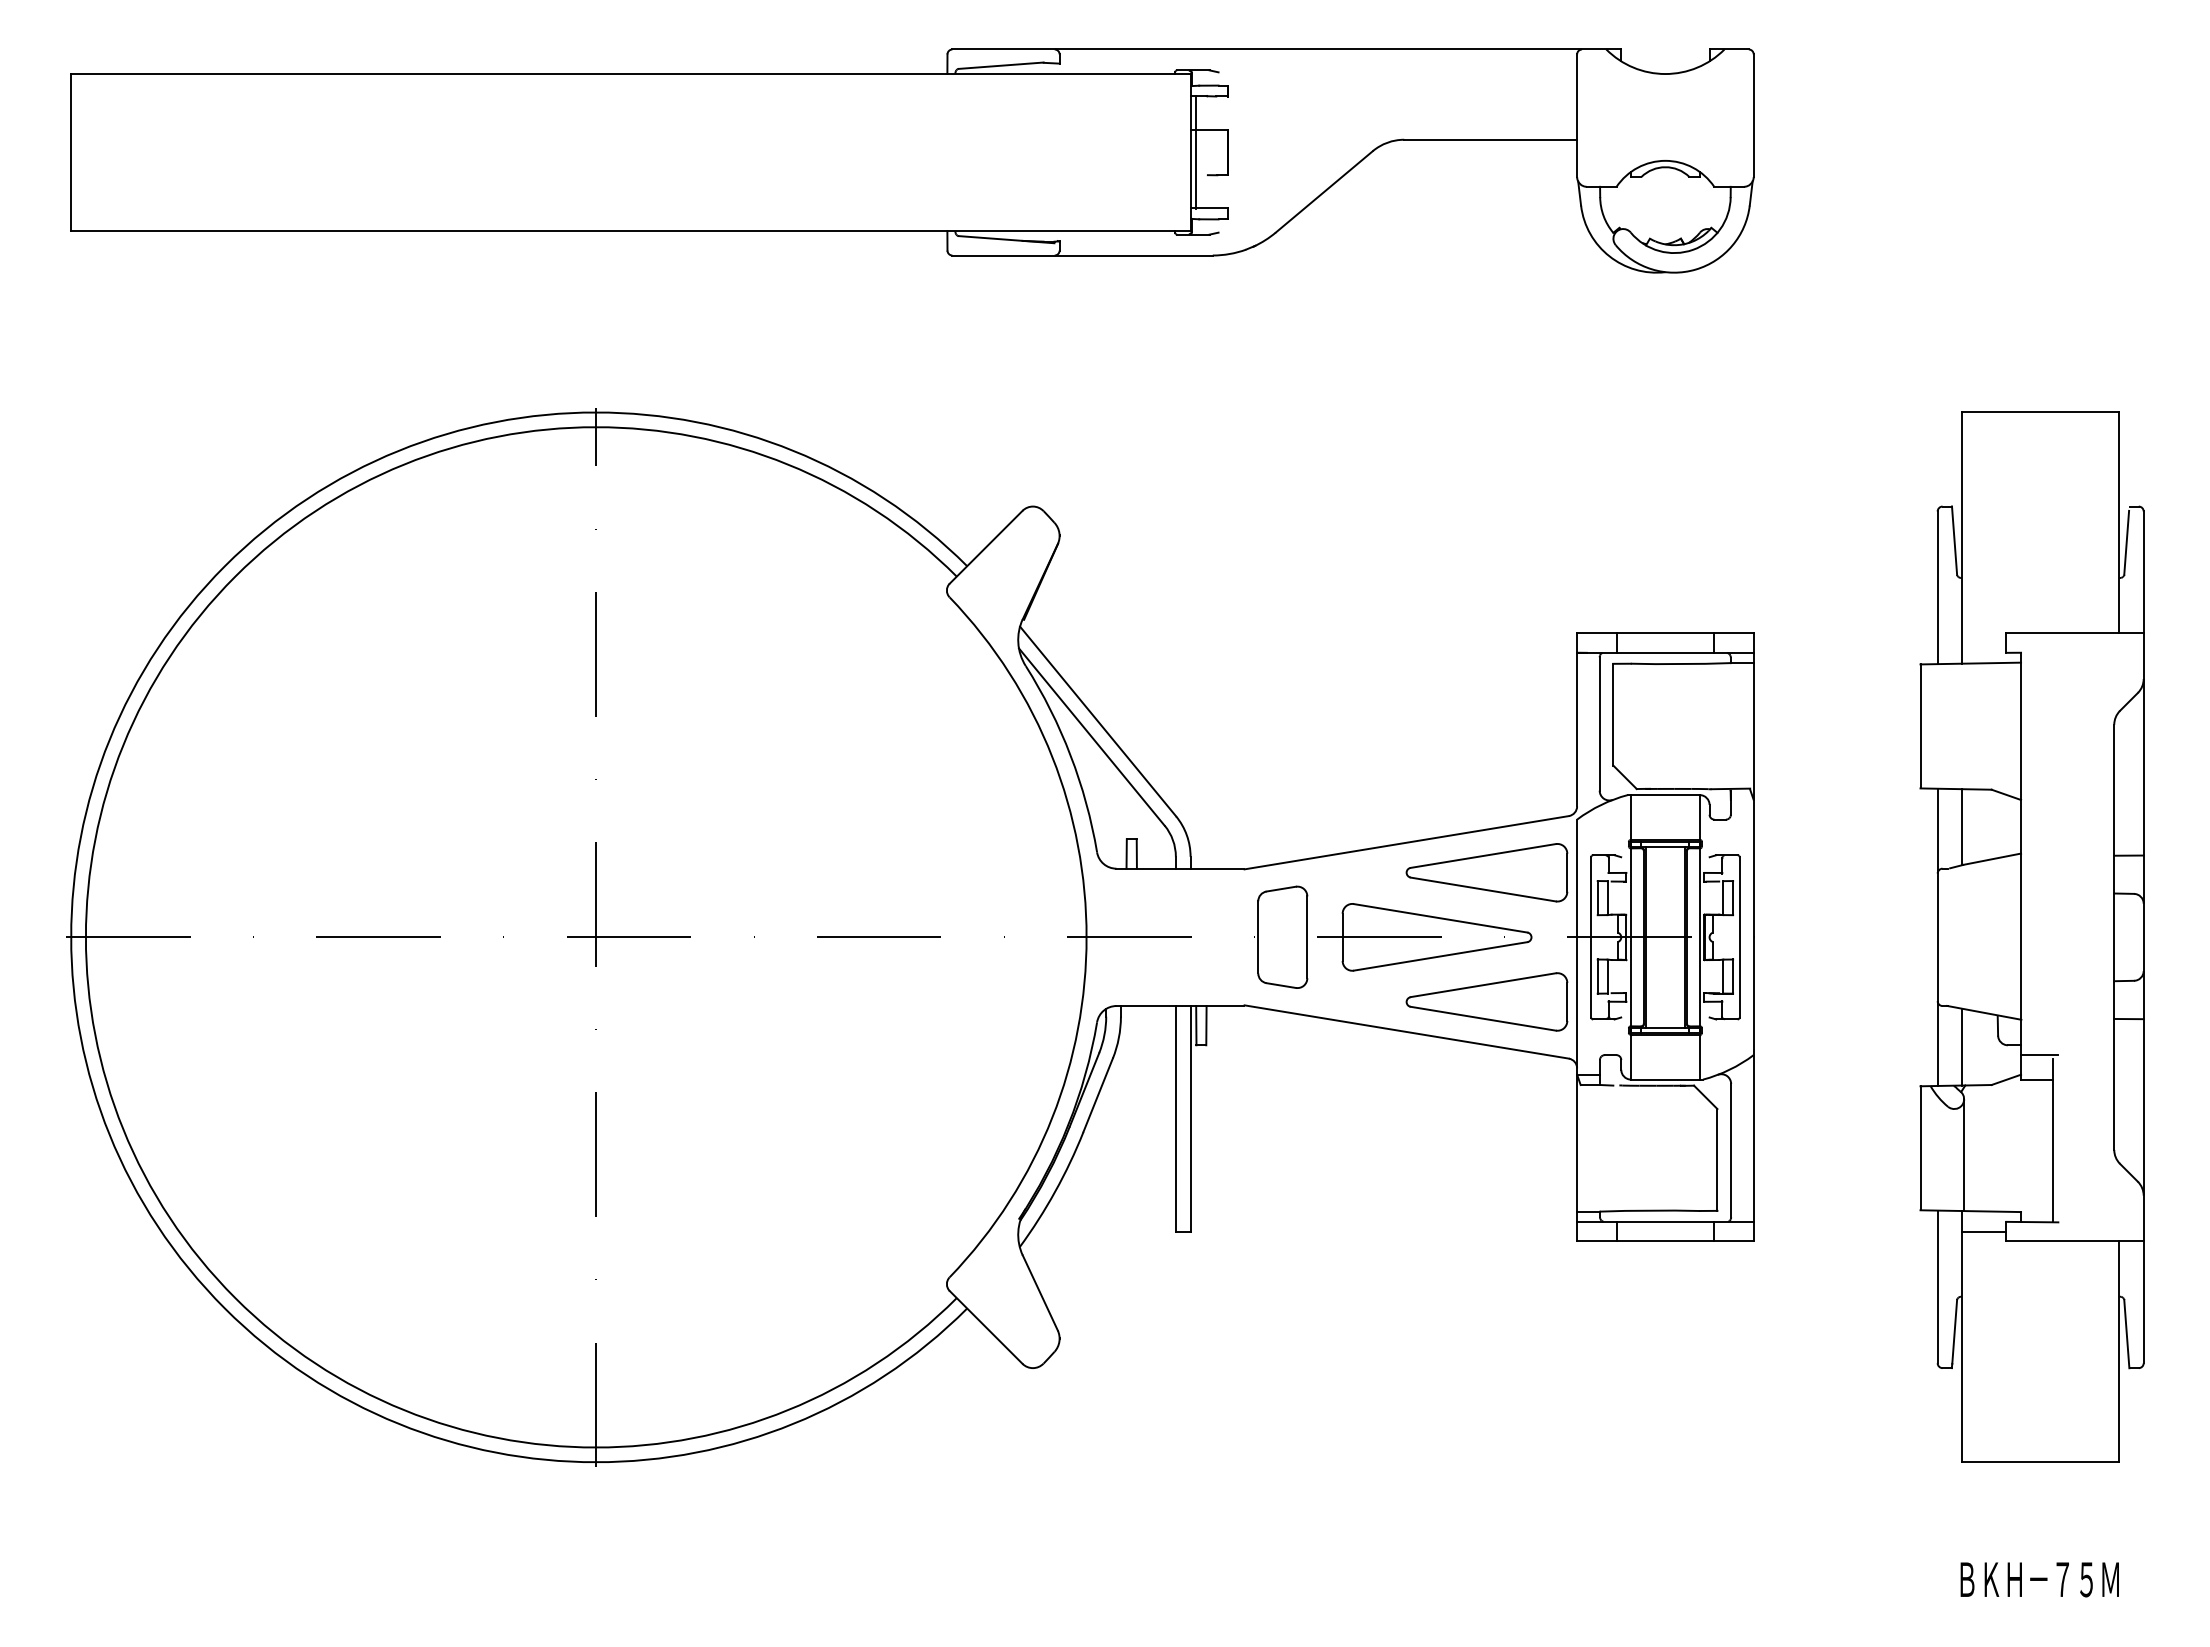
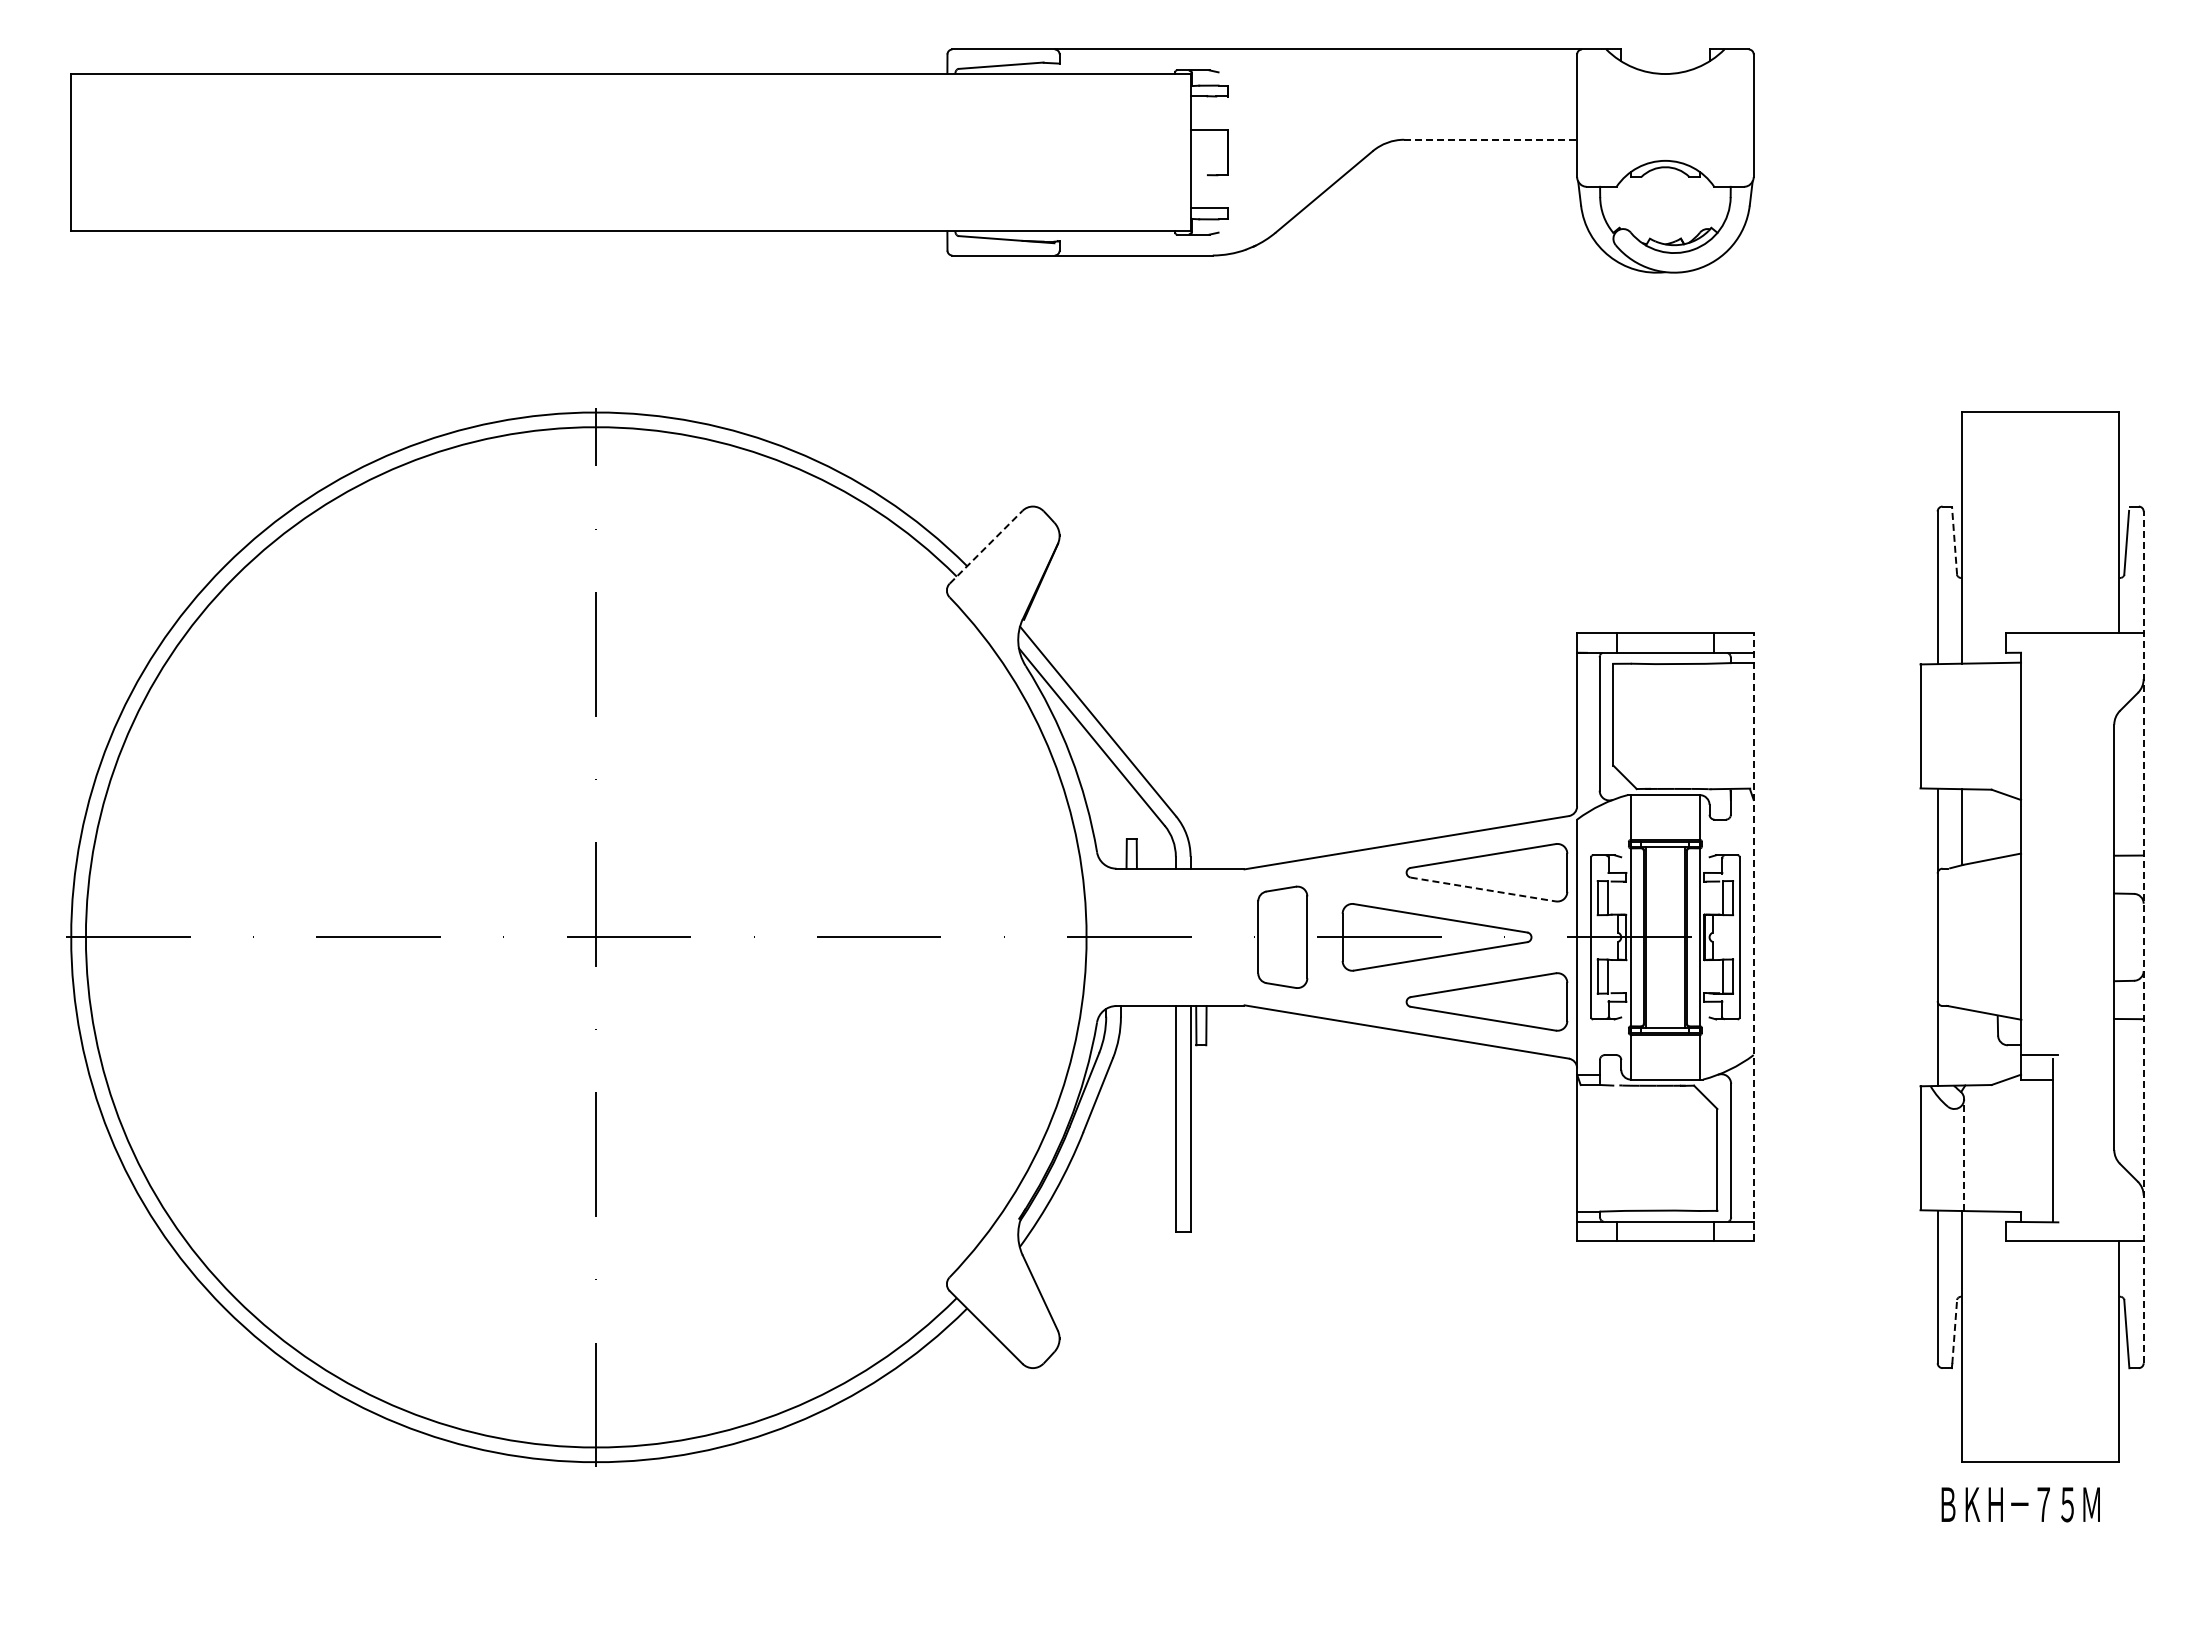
line at (1491, 139): solid -> dashed
line at (1195, 152): present -> none
line at (1954, 540): solid -> dashed
line at (986, 546): solid -> dashed
line at (1483, 889): solid -> dashed
line at (1753, 936): solid -> dashed
line at (2143, 937): solid -> dashed
line at (1962, 1047): present -> none
line at (1964, 1155): solid -> dashed
line at (1984, 1231): present -> none
line at (1954, 1331): solid -> dashed
text at (2039, 1579) position: (2039, 1579) -> (2020, 1504)
